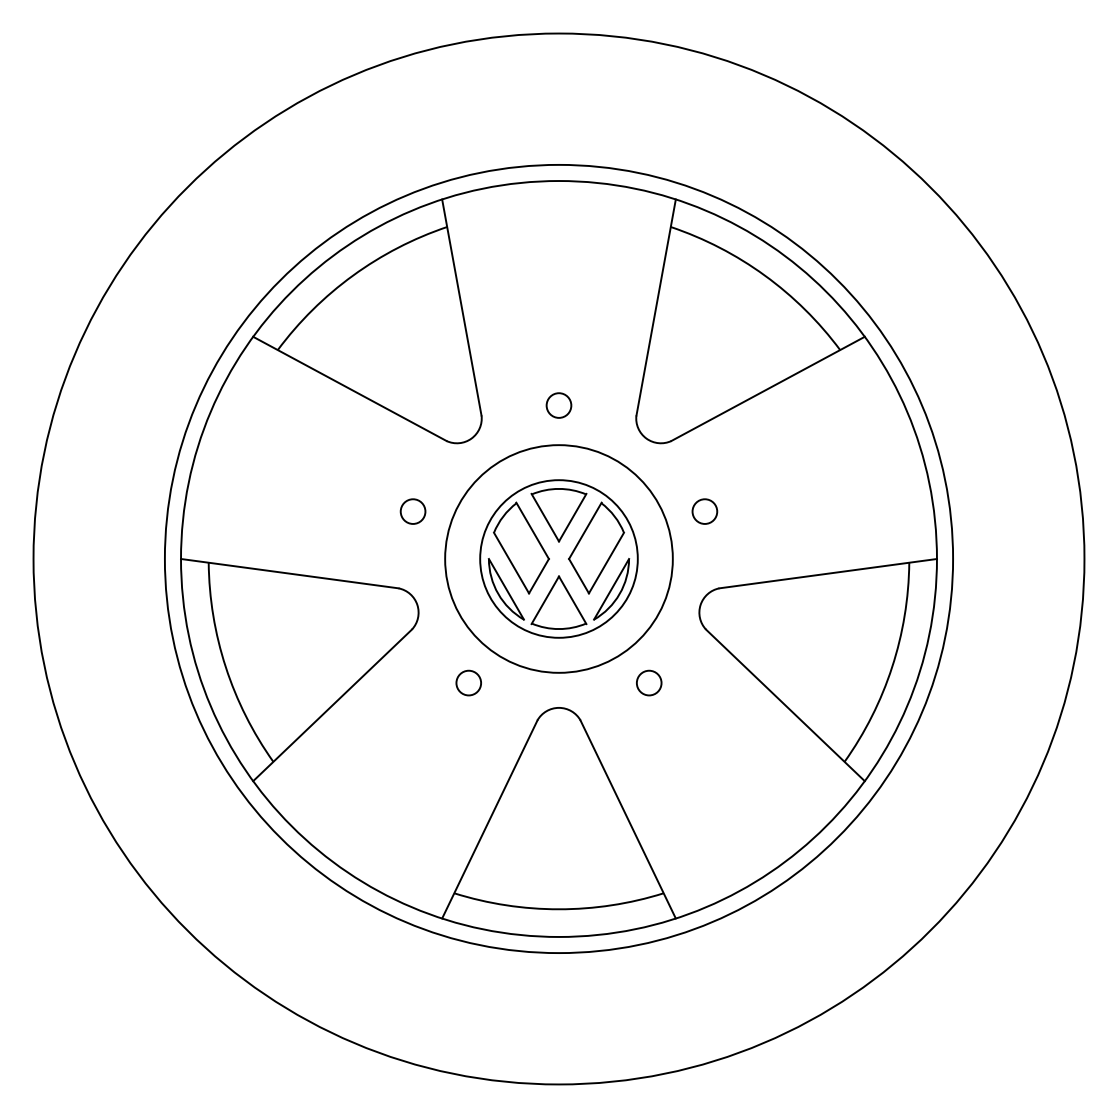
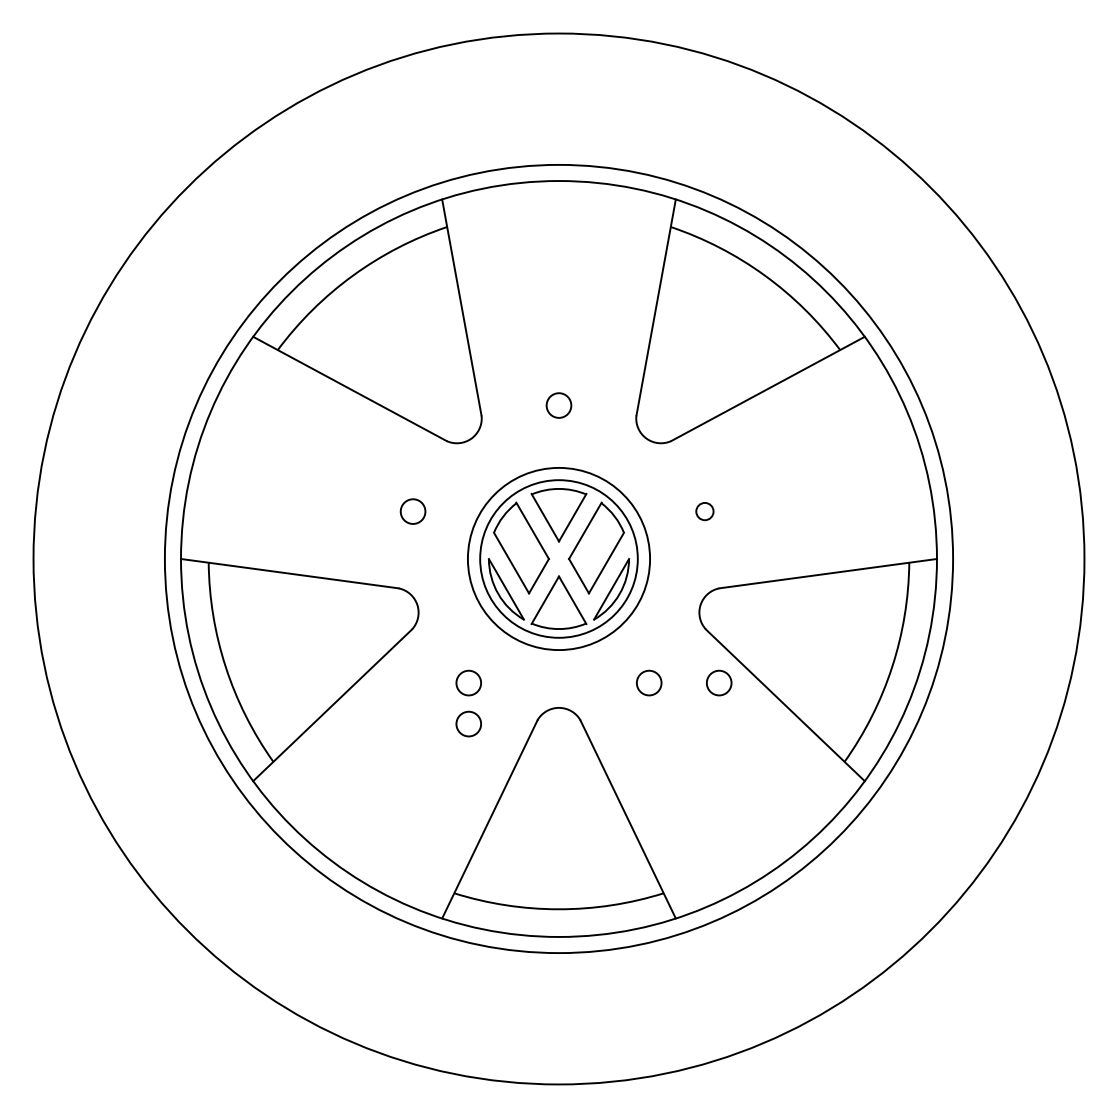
circle at (704, 511) size: 28x27 px -> 20x20 px
circle at (558, 558) diameter: 228 px -> 182 px
circle at (719, 682): none -> present
circle at (468, 723): none -> present
